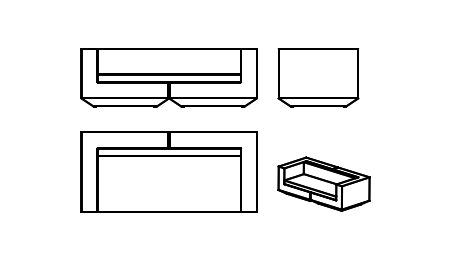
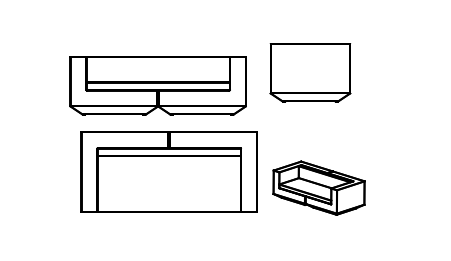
part at (168, 77) position: (168, 77) -> (157, 85)
part at (318, 77) position: (318, 77) -> (310, 72)
part at (323, 183) position: (323, 183) -> (318, 187)
